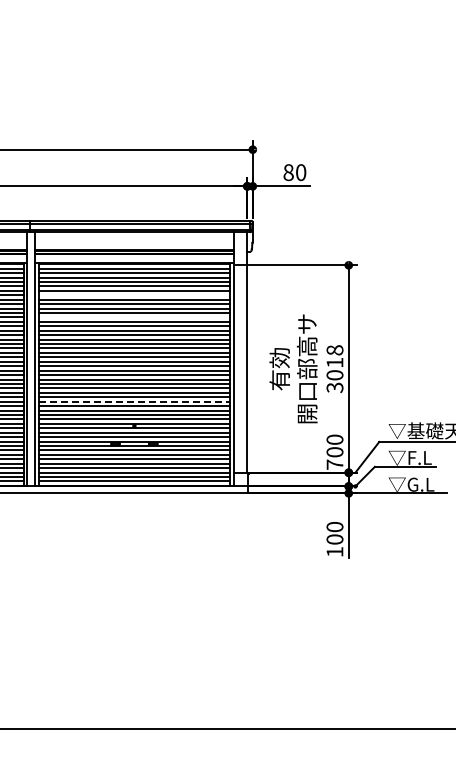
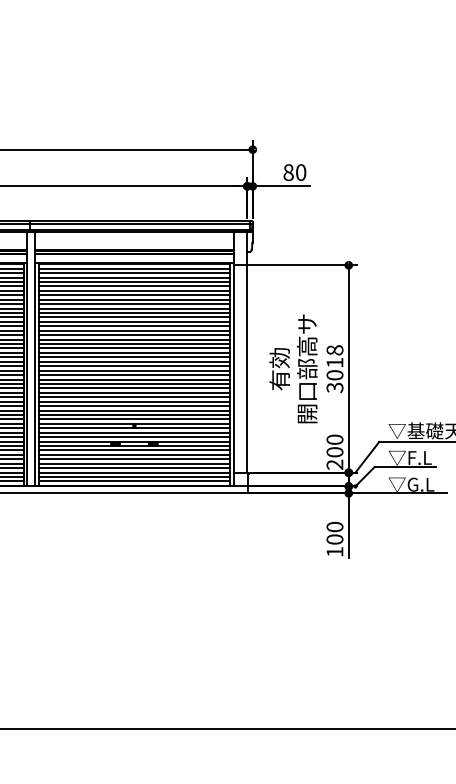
line at (133, 295): none -> present
line at (133, 317): none -> present
line at (134, 401): dashed -> solid
text at (334, 464): 700 -> 200
